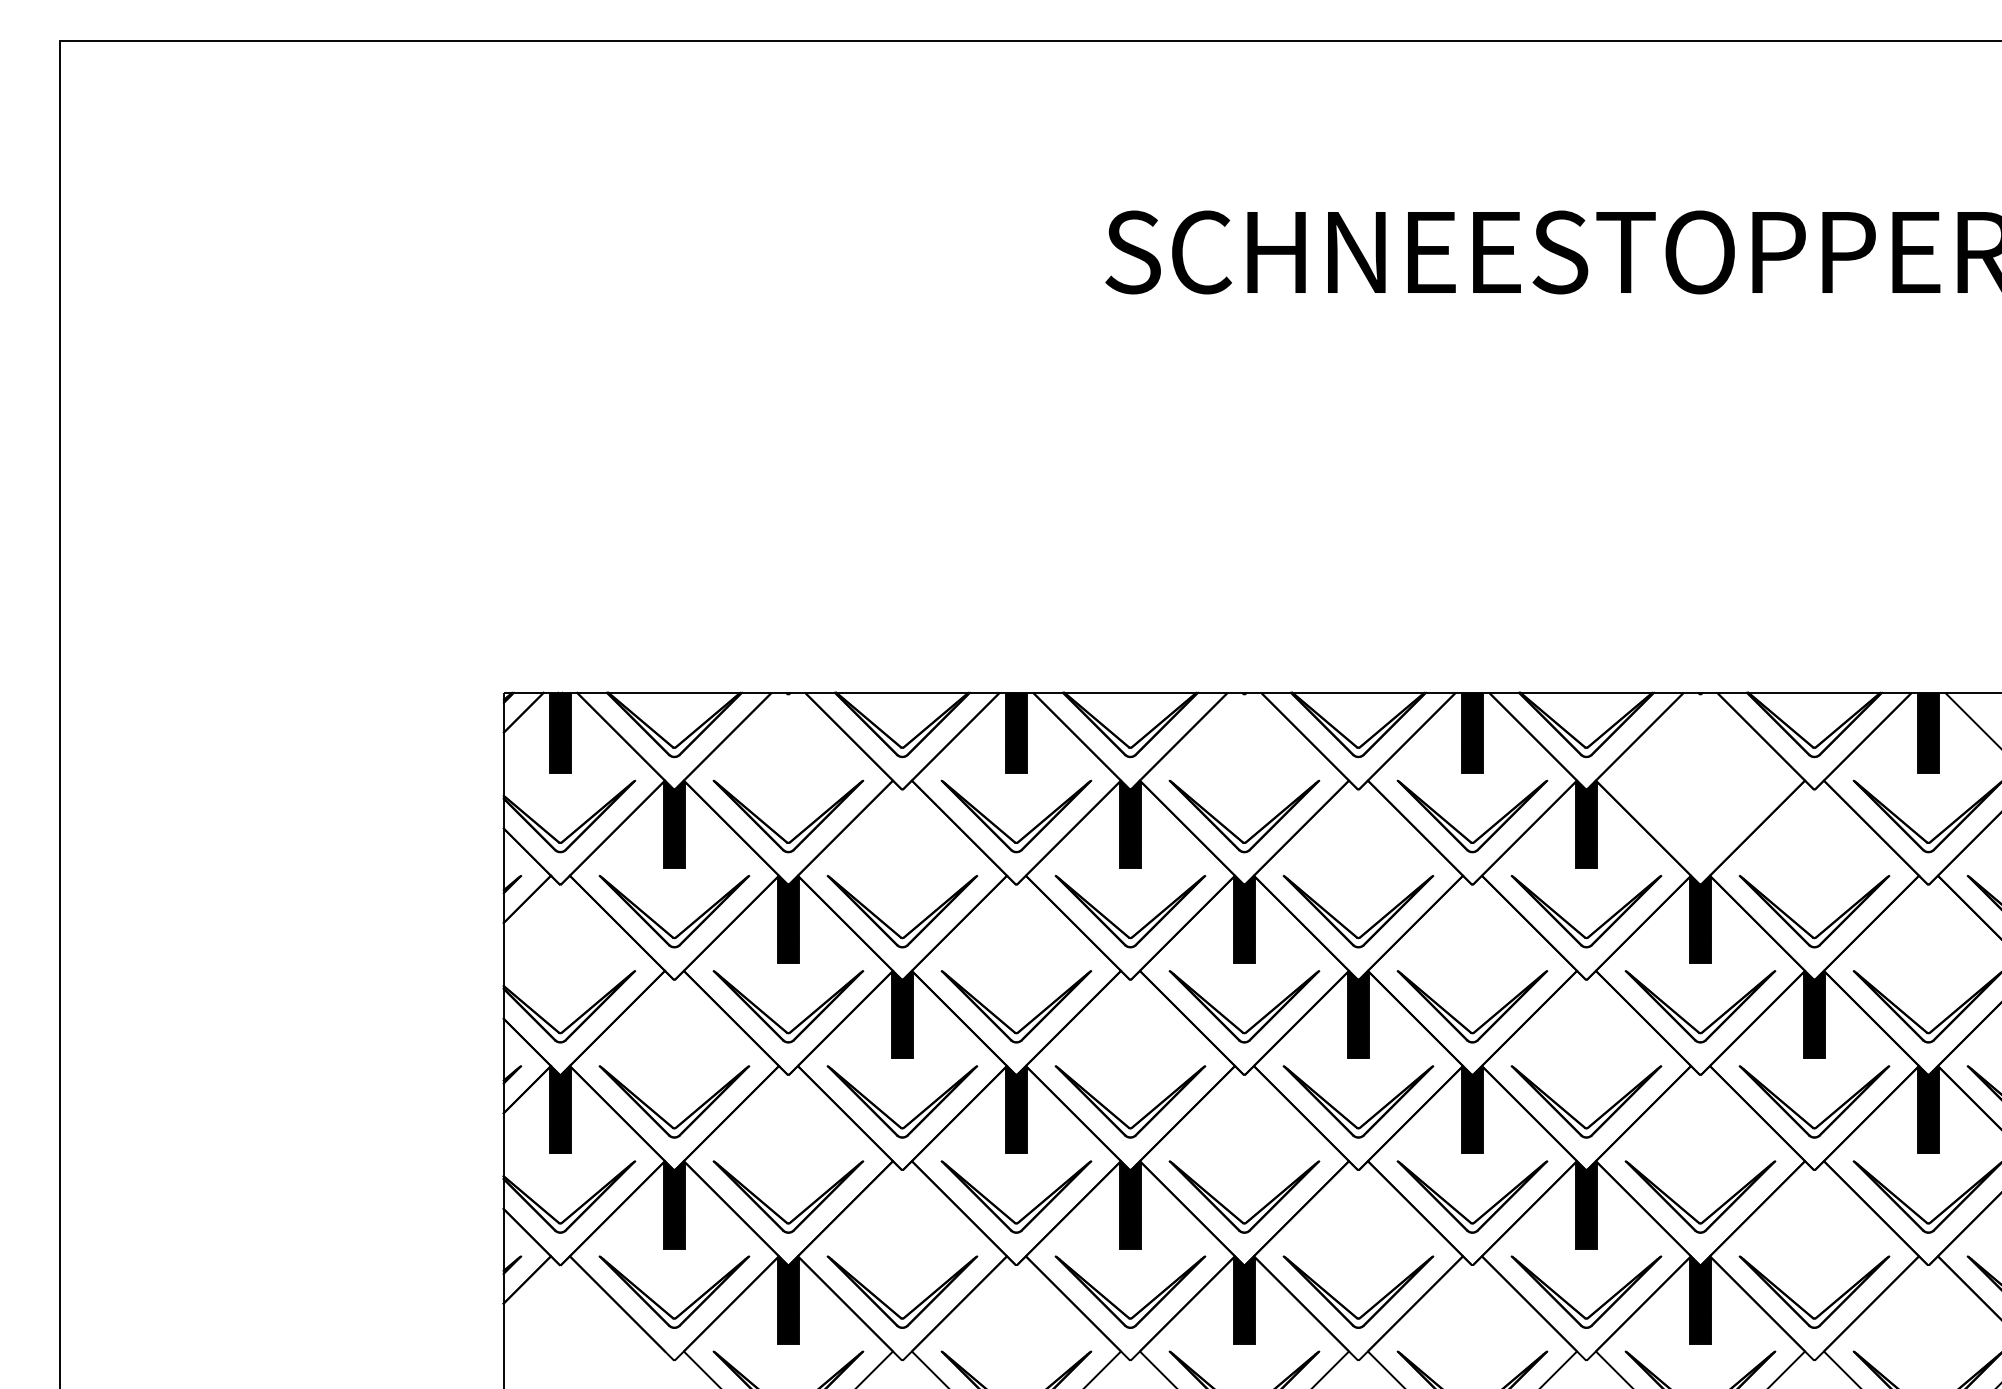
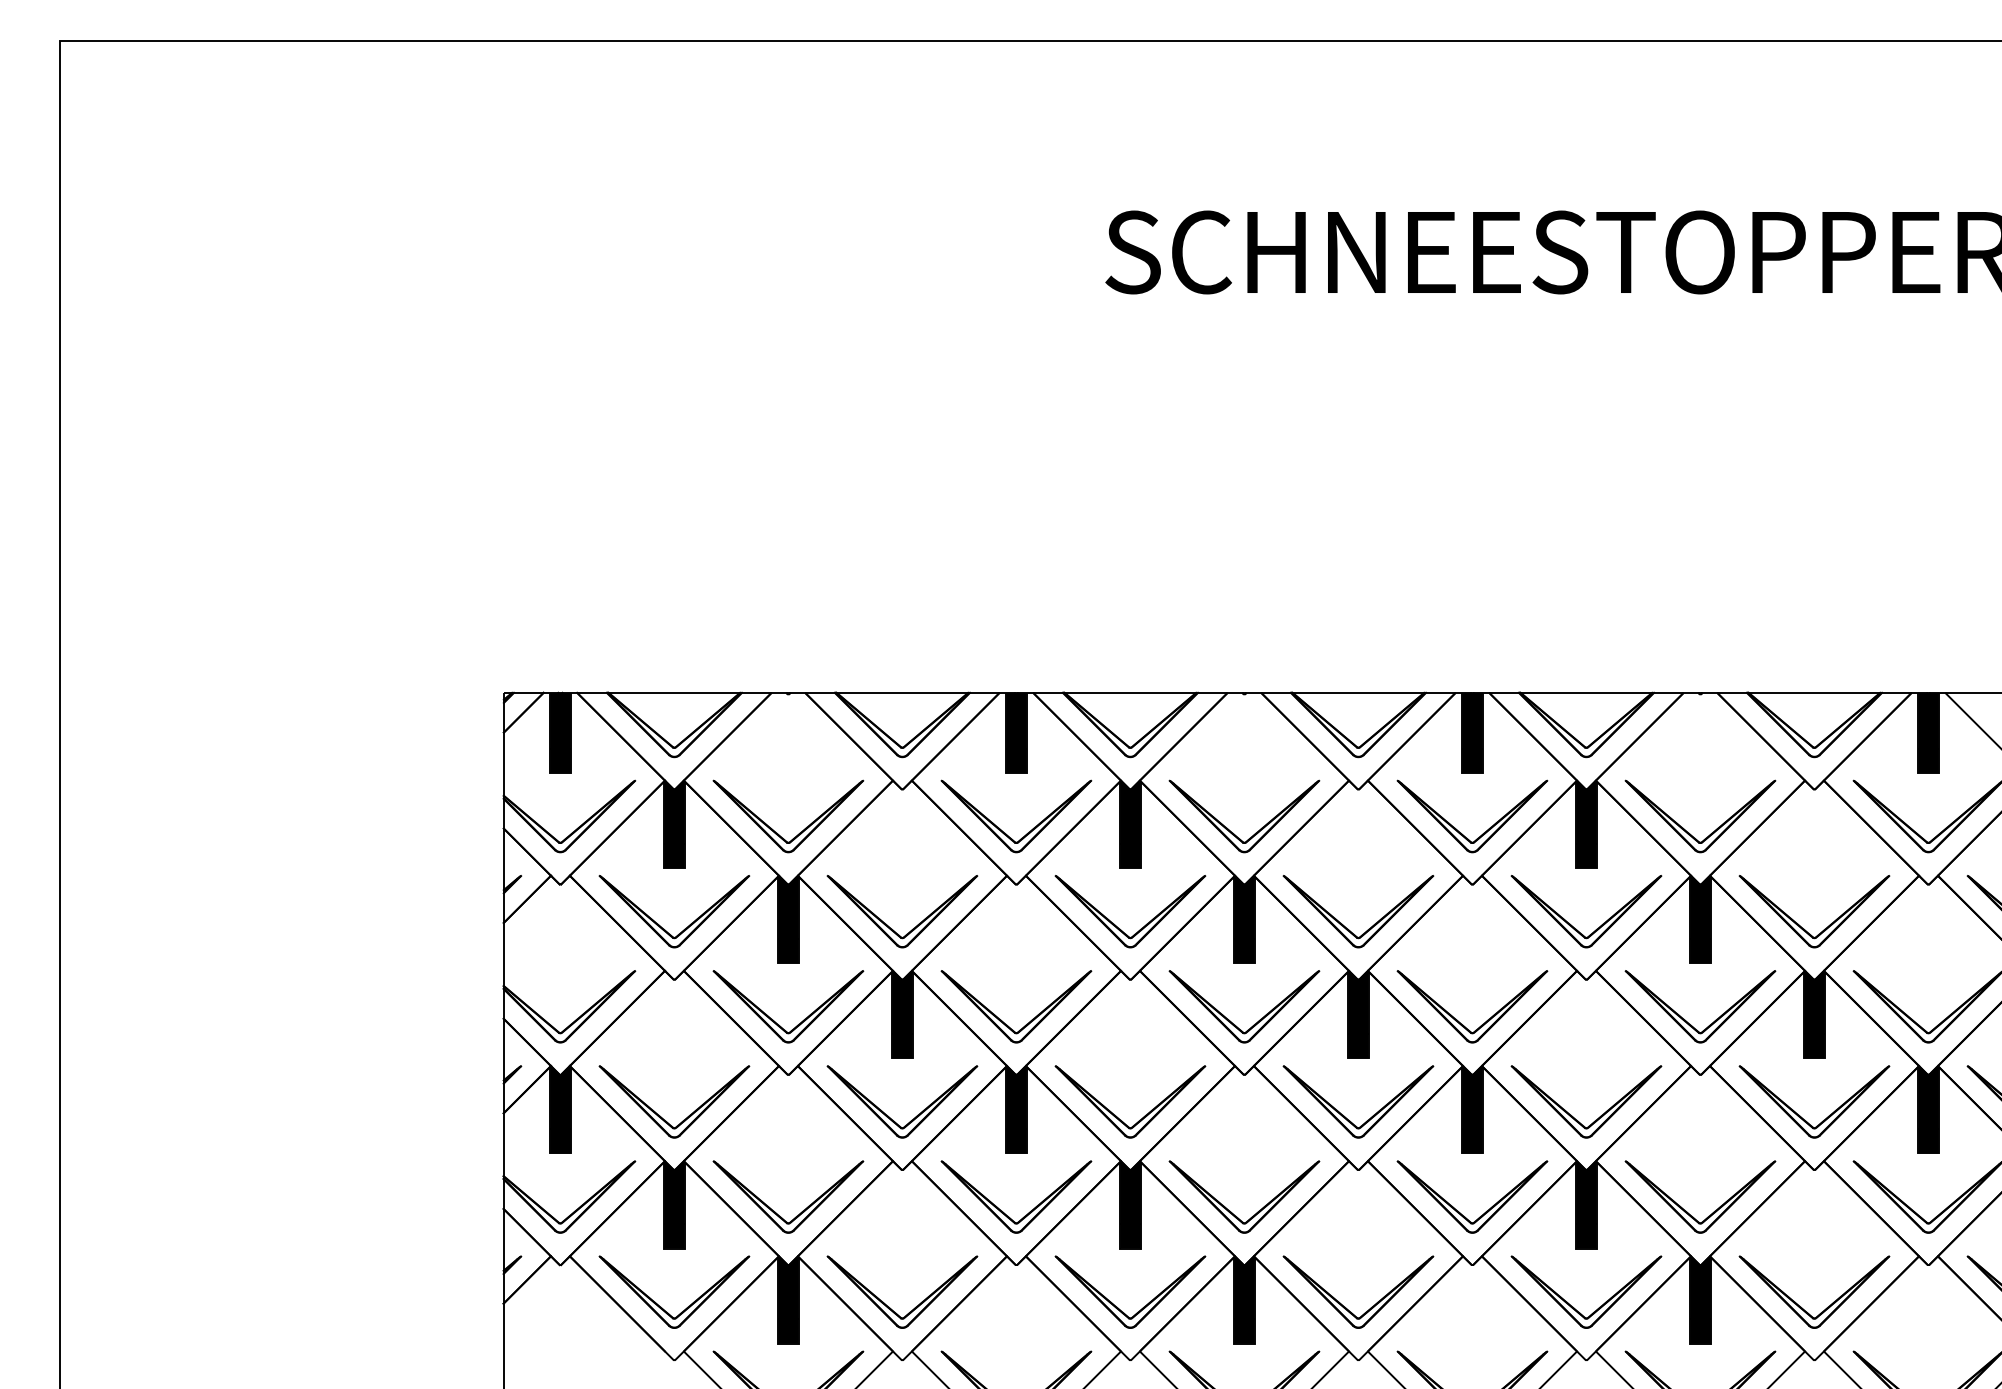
part at (1689, 832): none -> present
